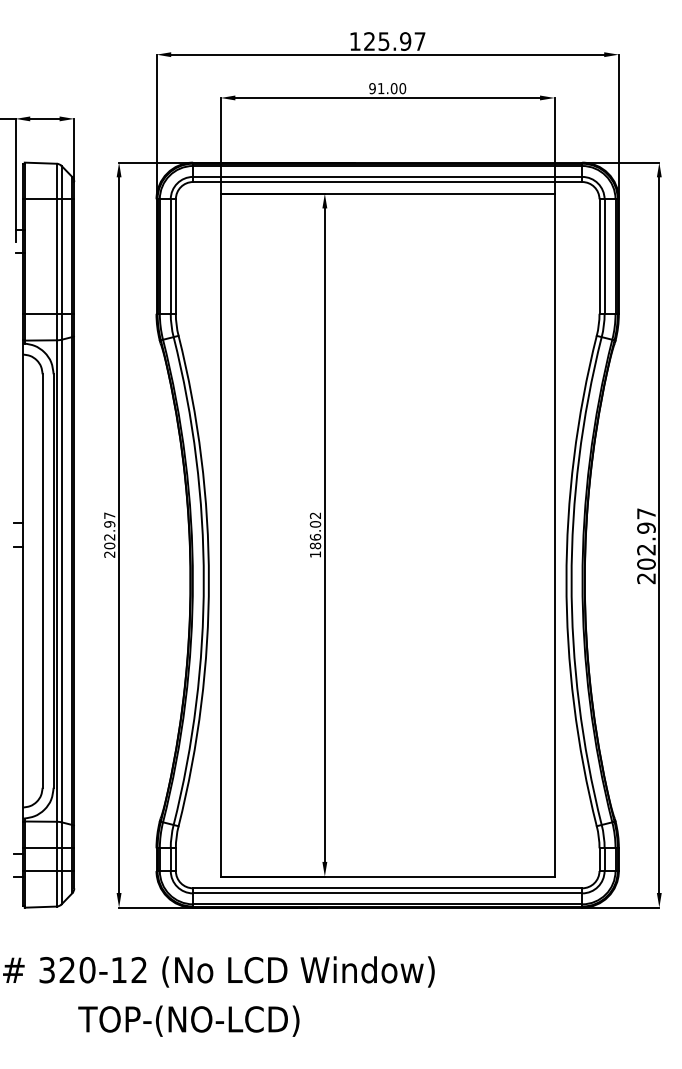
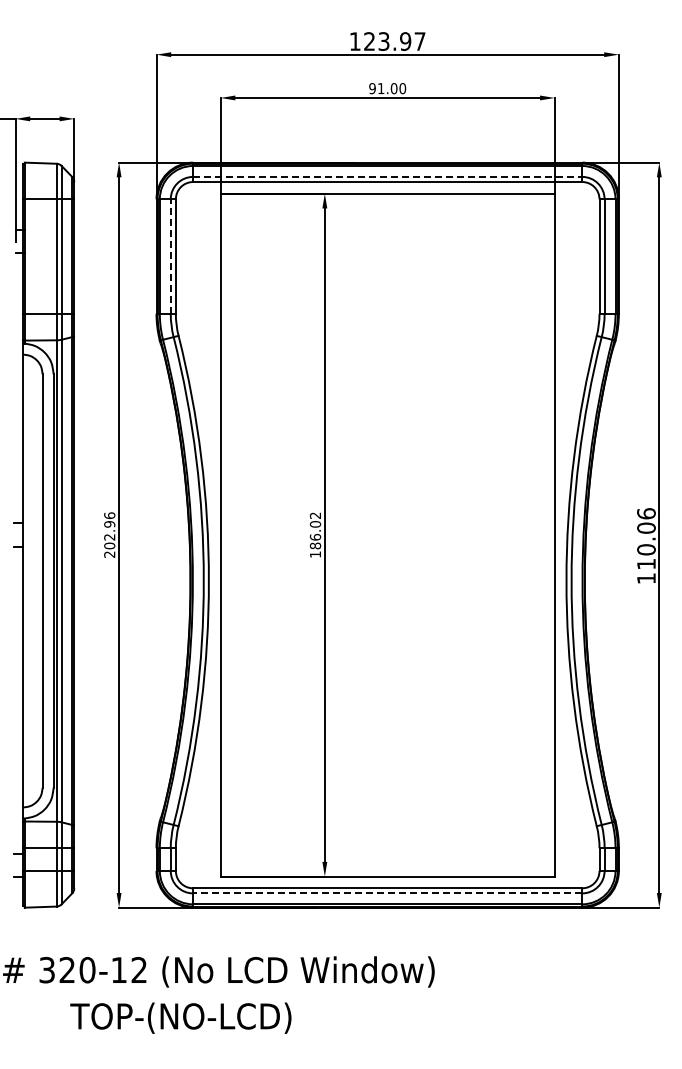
text at (384, 41): 125.97 -> 123.97
line at (387, 176): solid -> dashed
line at (170, 256): solid -> dashed
text at (109, 515): 202.97 -> 202.96
text at (646, 546): 202.97 -> 110.06
line at (387, 893): solid -> dashed
text at (188, 1020) position: (188, 1020) -> (180, 1017)
